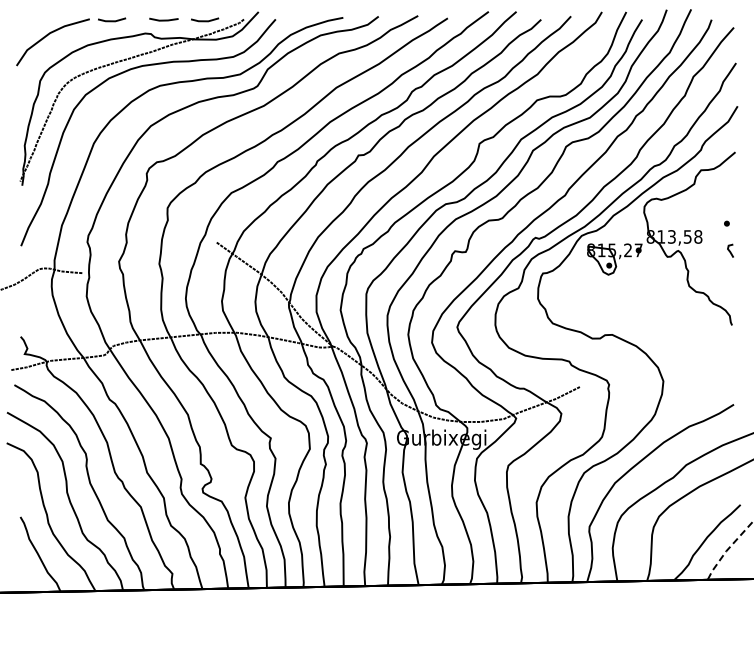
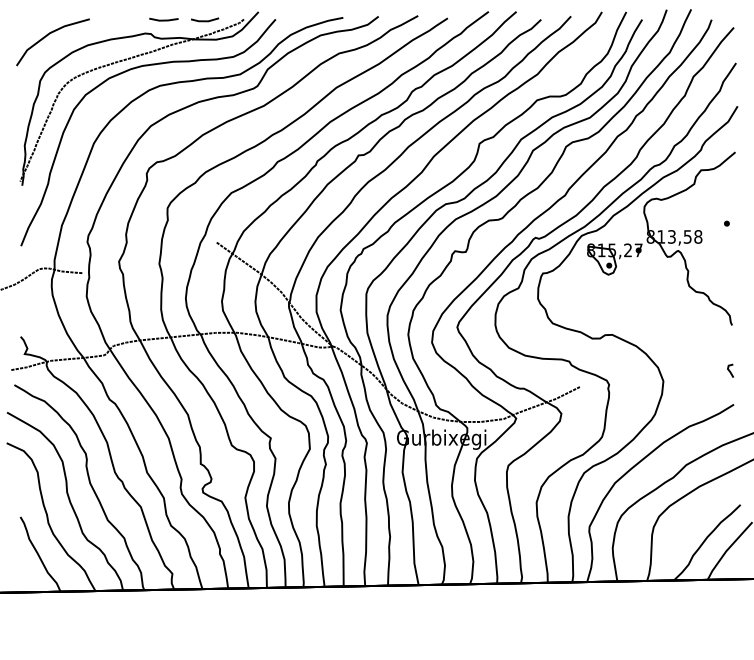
line at (112, 20): present -> none
line at (730, 250) position: (730, 250) -> (730, 370)
line at (726, 550): dashed -> solid
